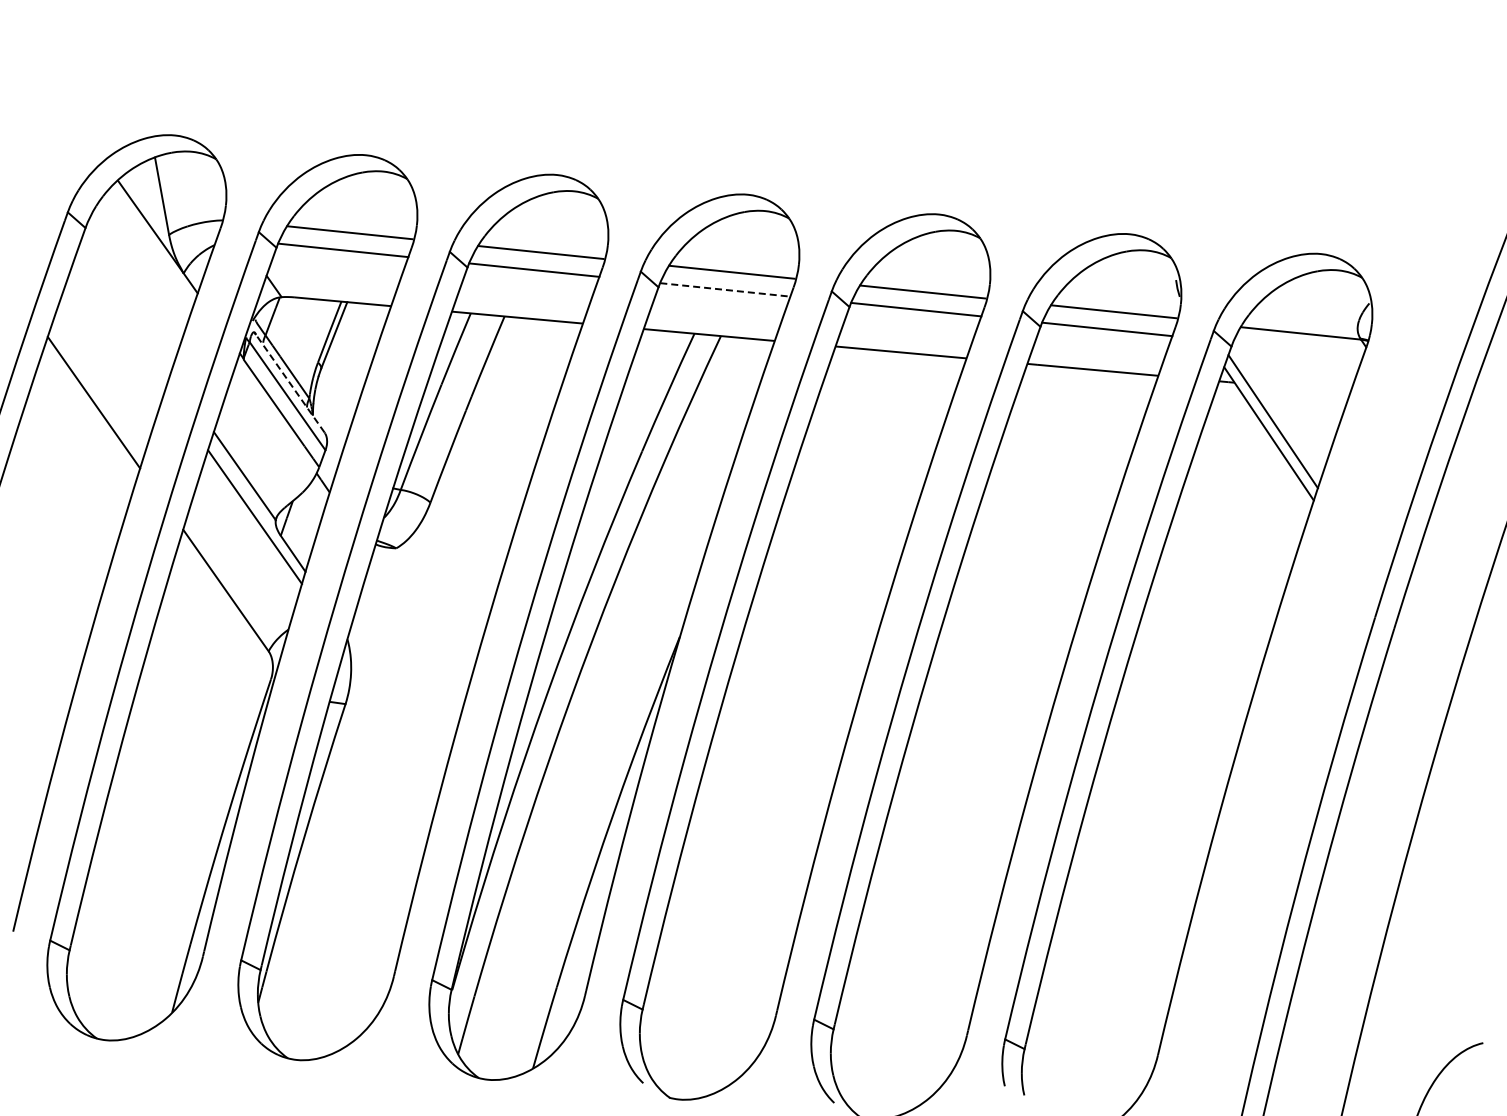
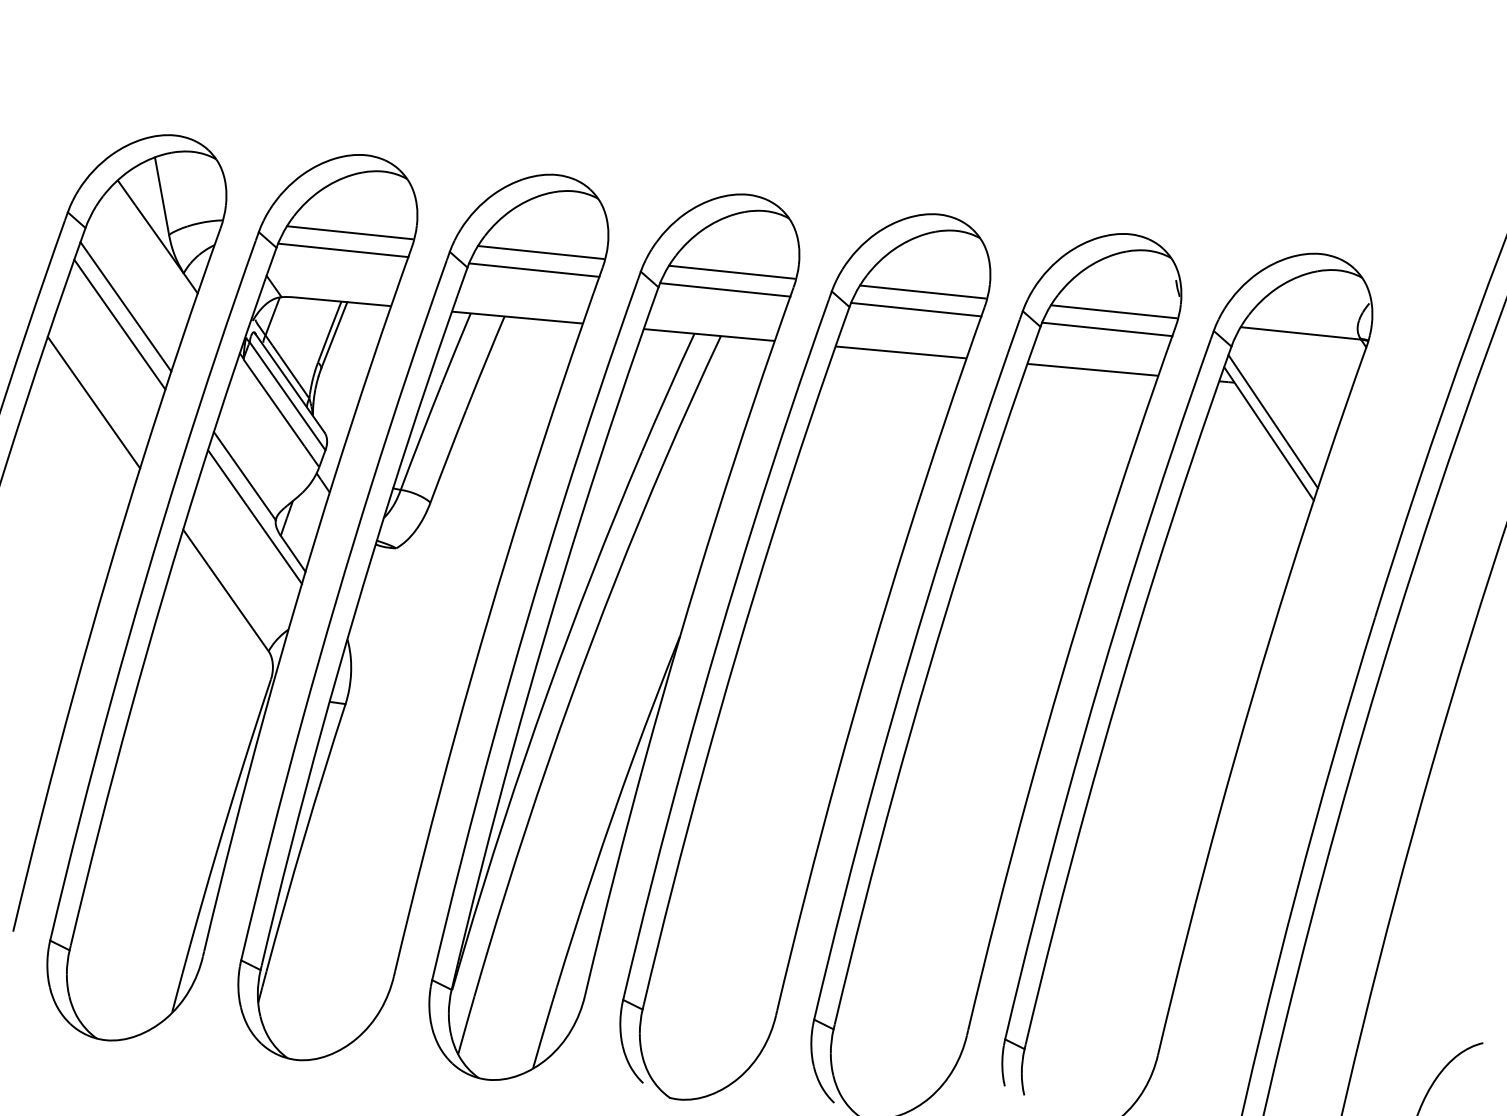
line at (725, 289): dashed -> solid
line at (125, 306): none -> present
line at (119, 324): none -> present
line at (290, 383): dashed -> solid
